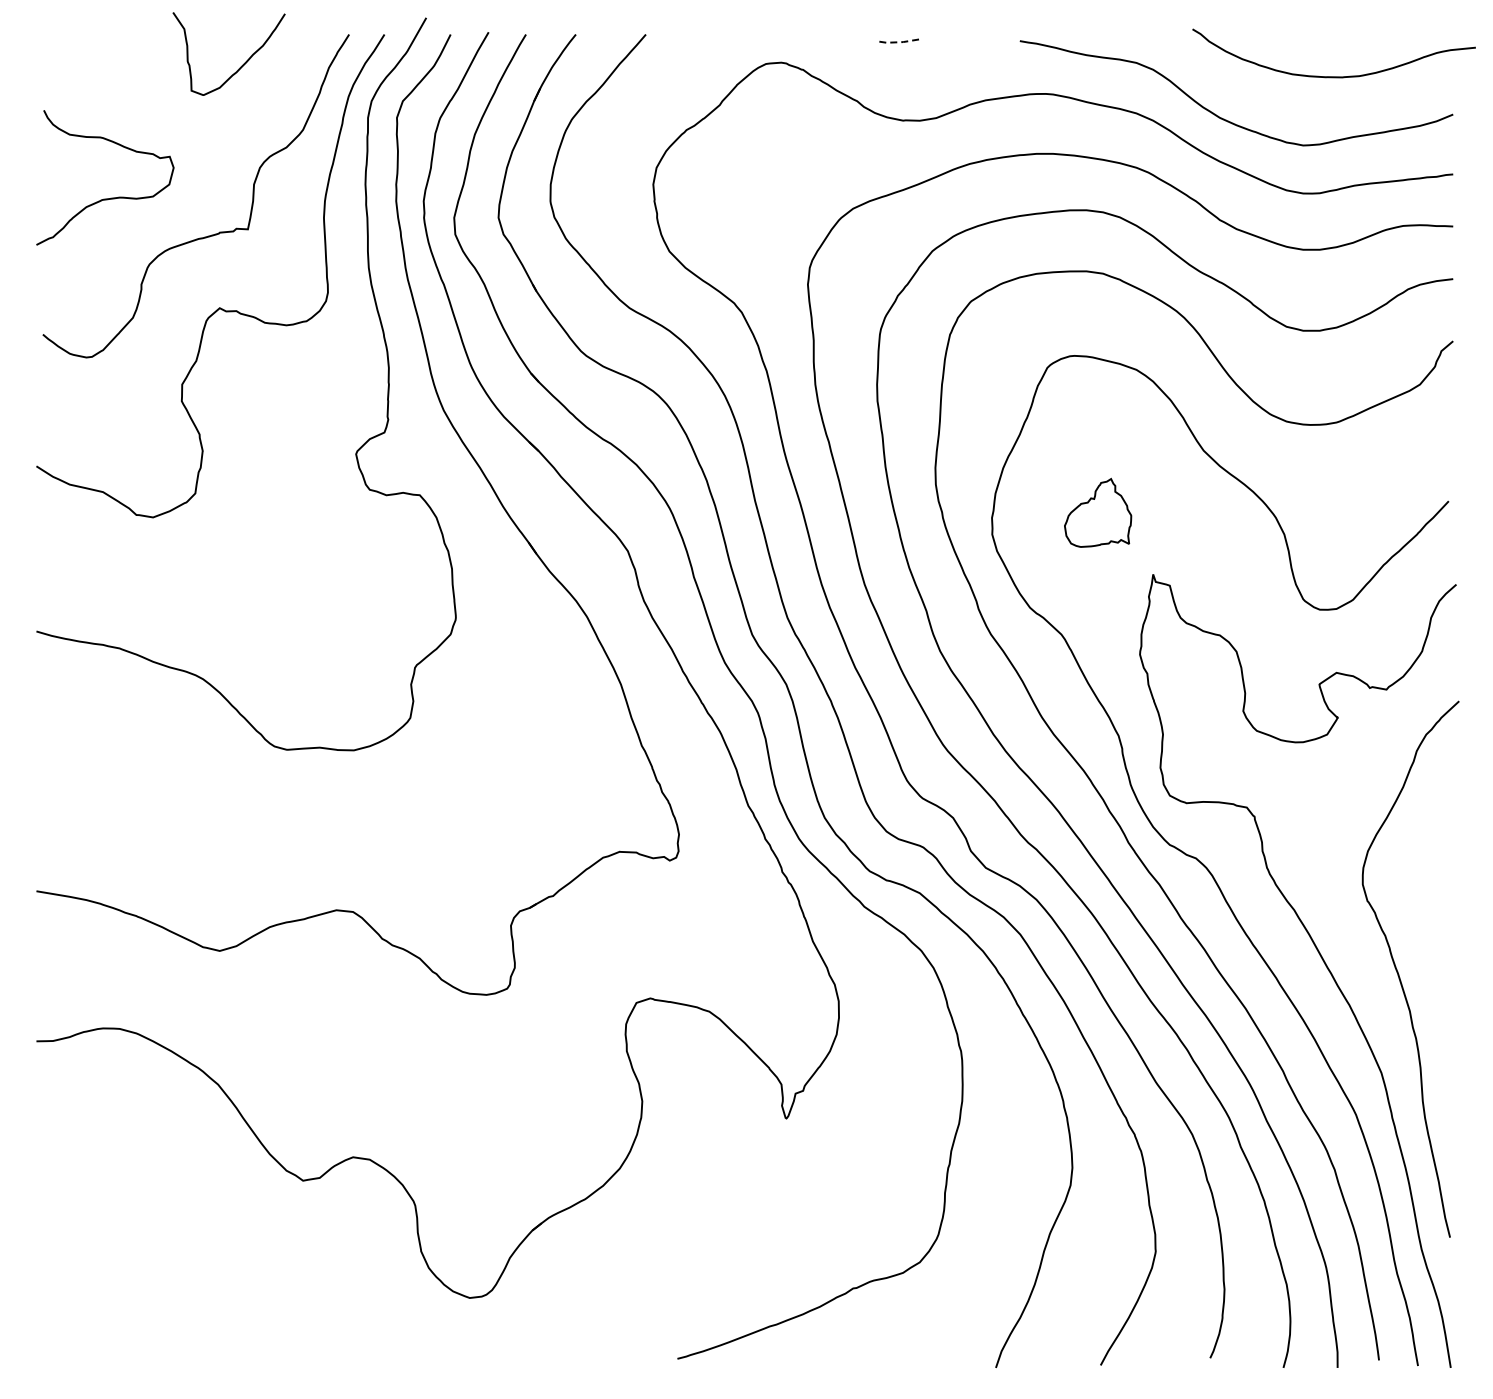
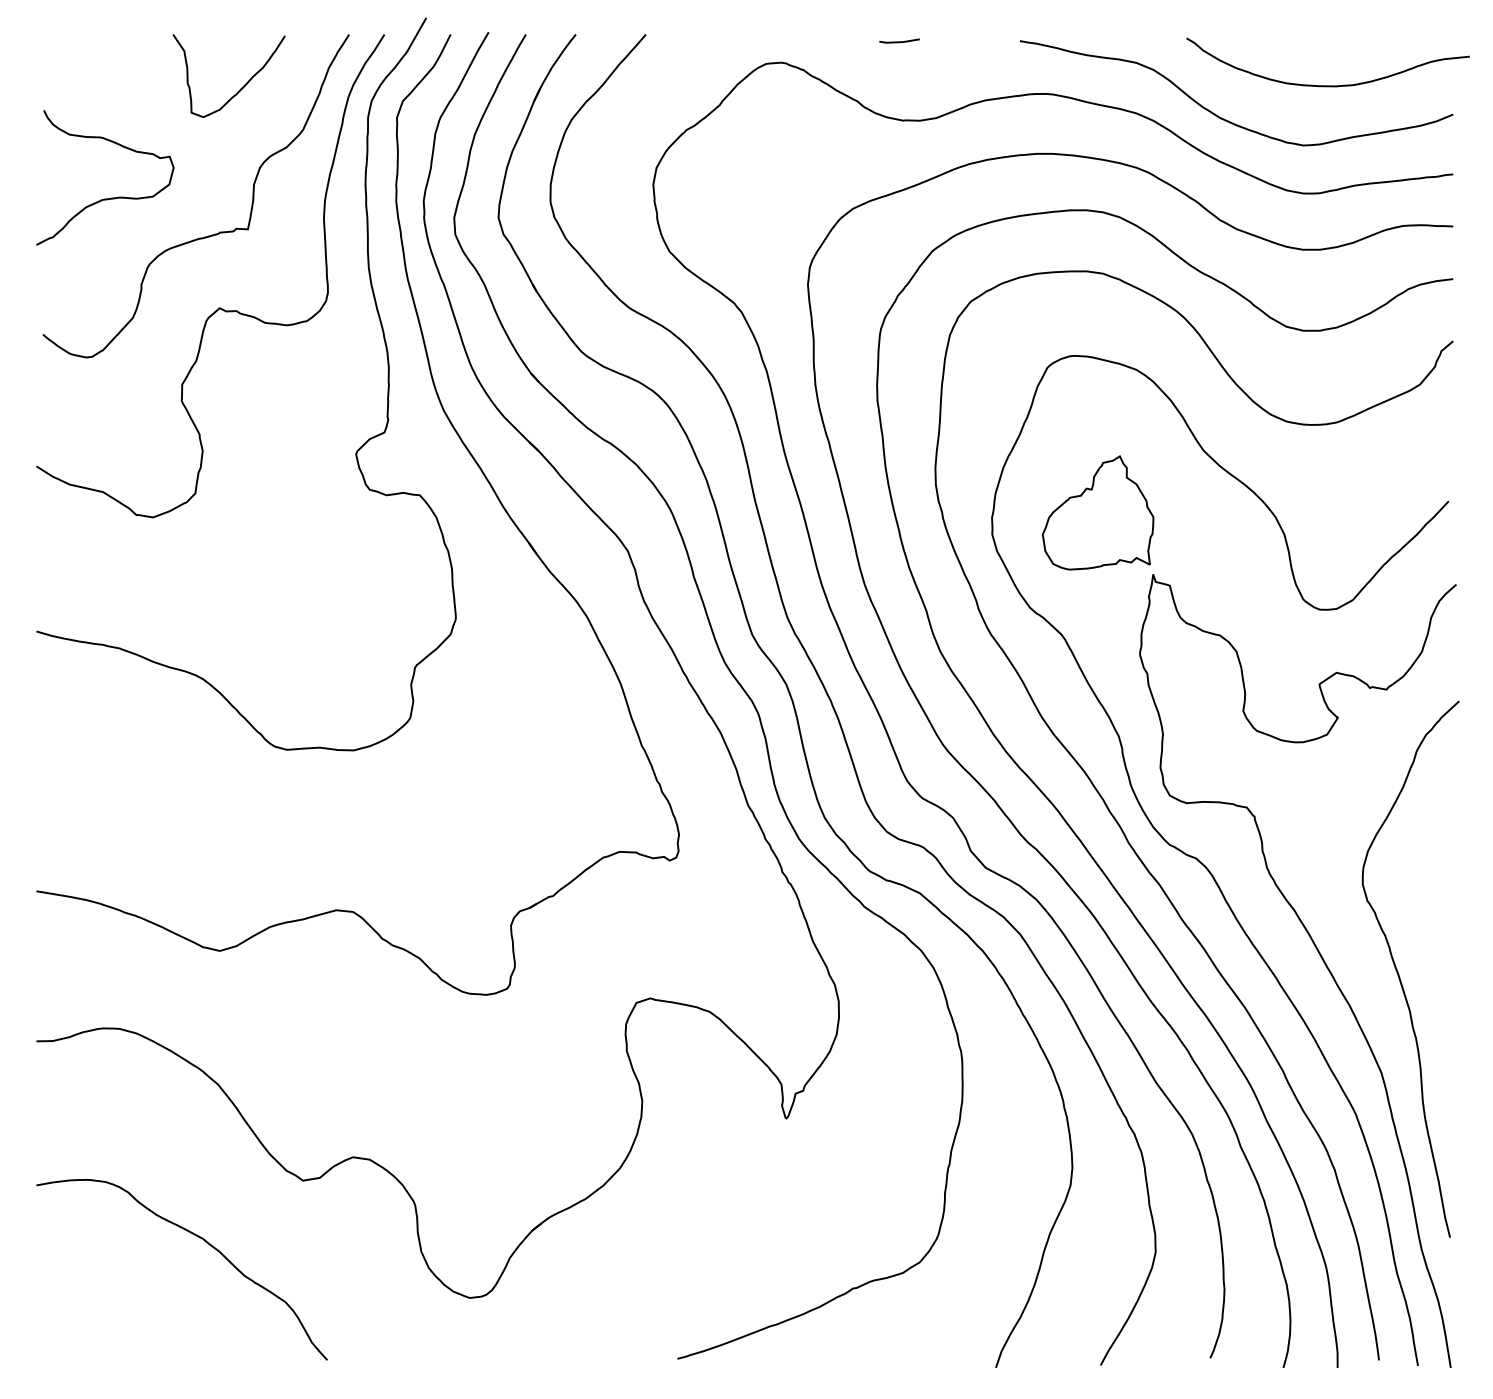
line at (899, 42): dashed -> solid
curve at (241, 65) position: (241, 65) -> (241, 87)
curve at (1333, 76) position: (1333, 76) -> (1327, 85)
part at (1098, 512) size: 69x71 px -> 114x116 px
curve at (201, 1239): none -> present
